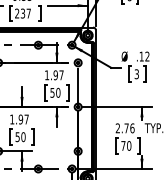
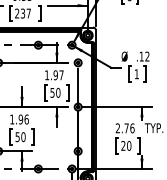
text at (136, 74): 3 -> 1
text at (26, 119): 1.97 -> 1.96
text at (123, 145): 70 -> 20
